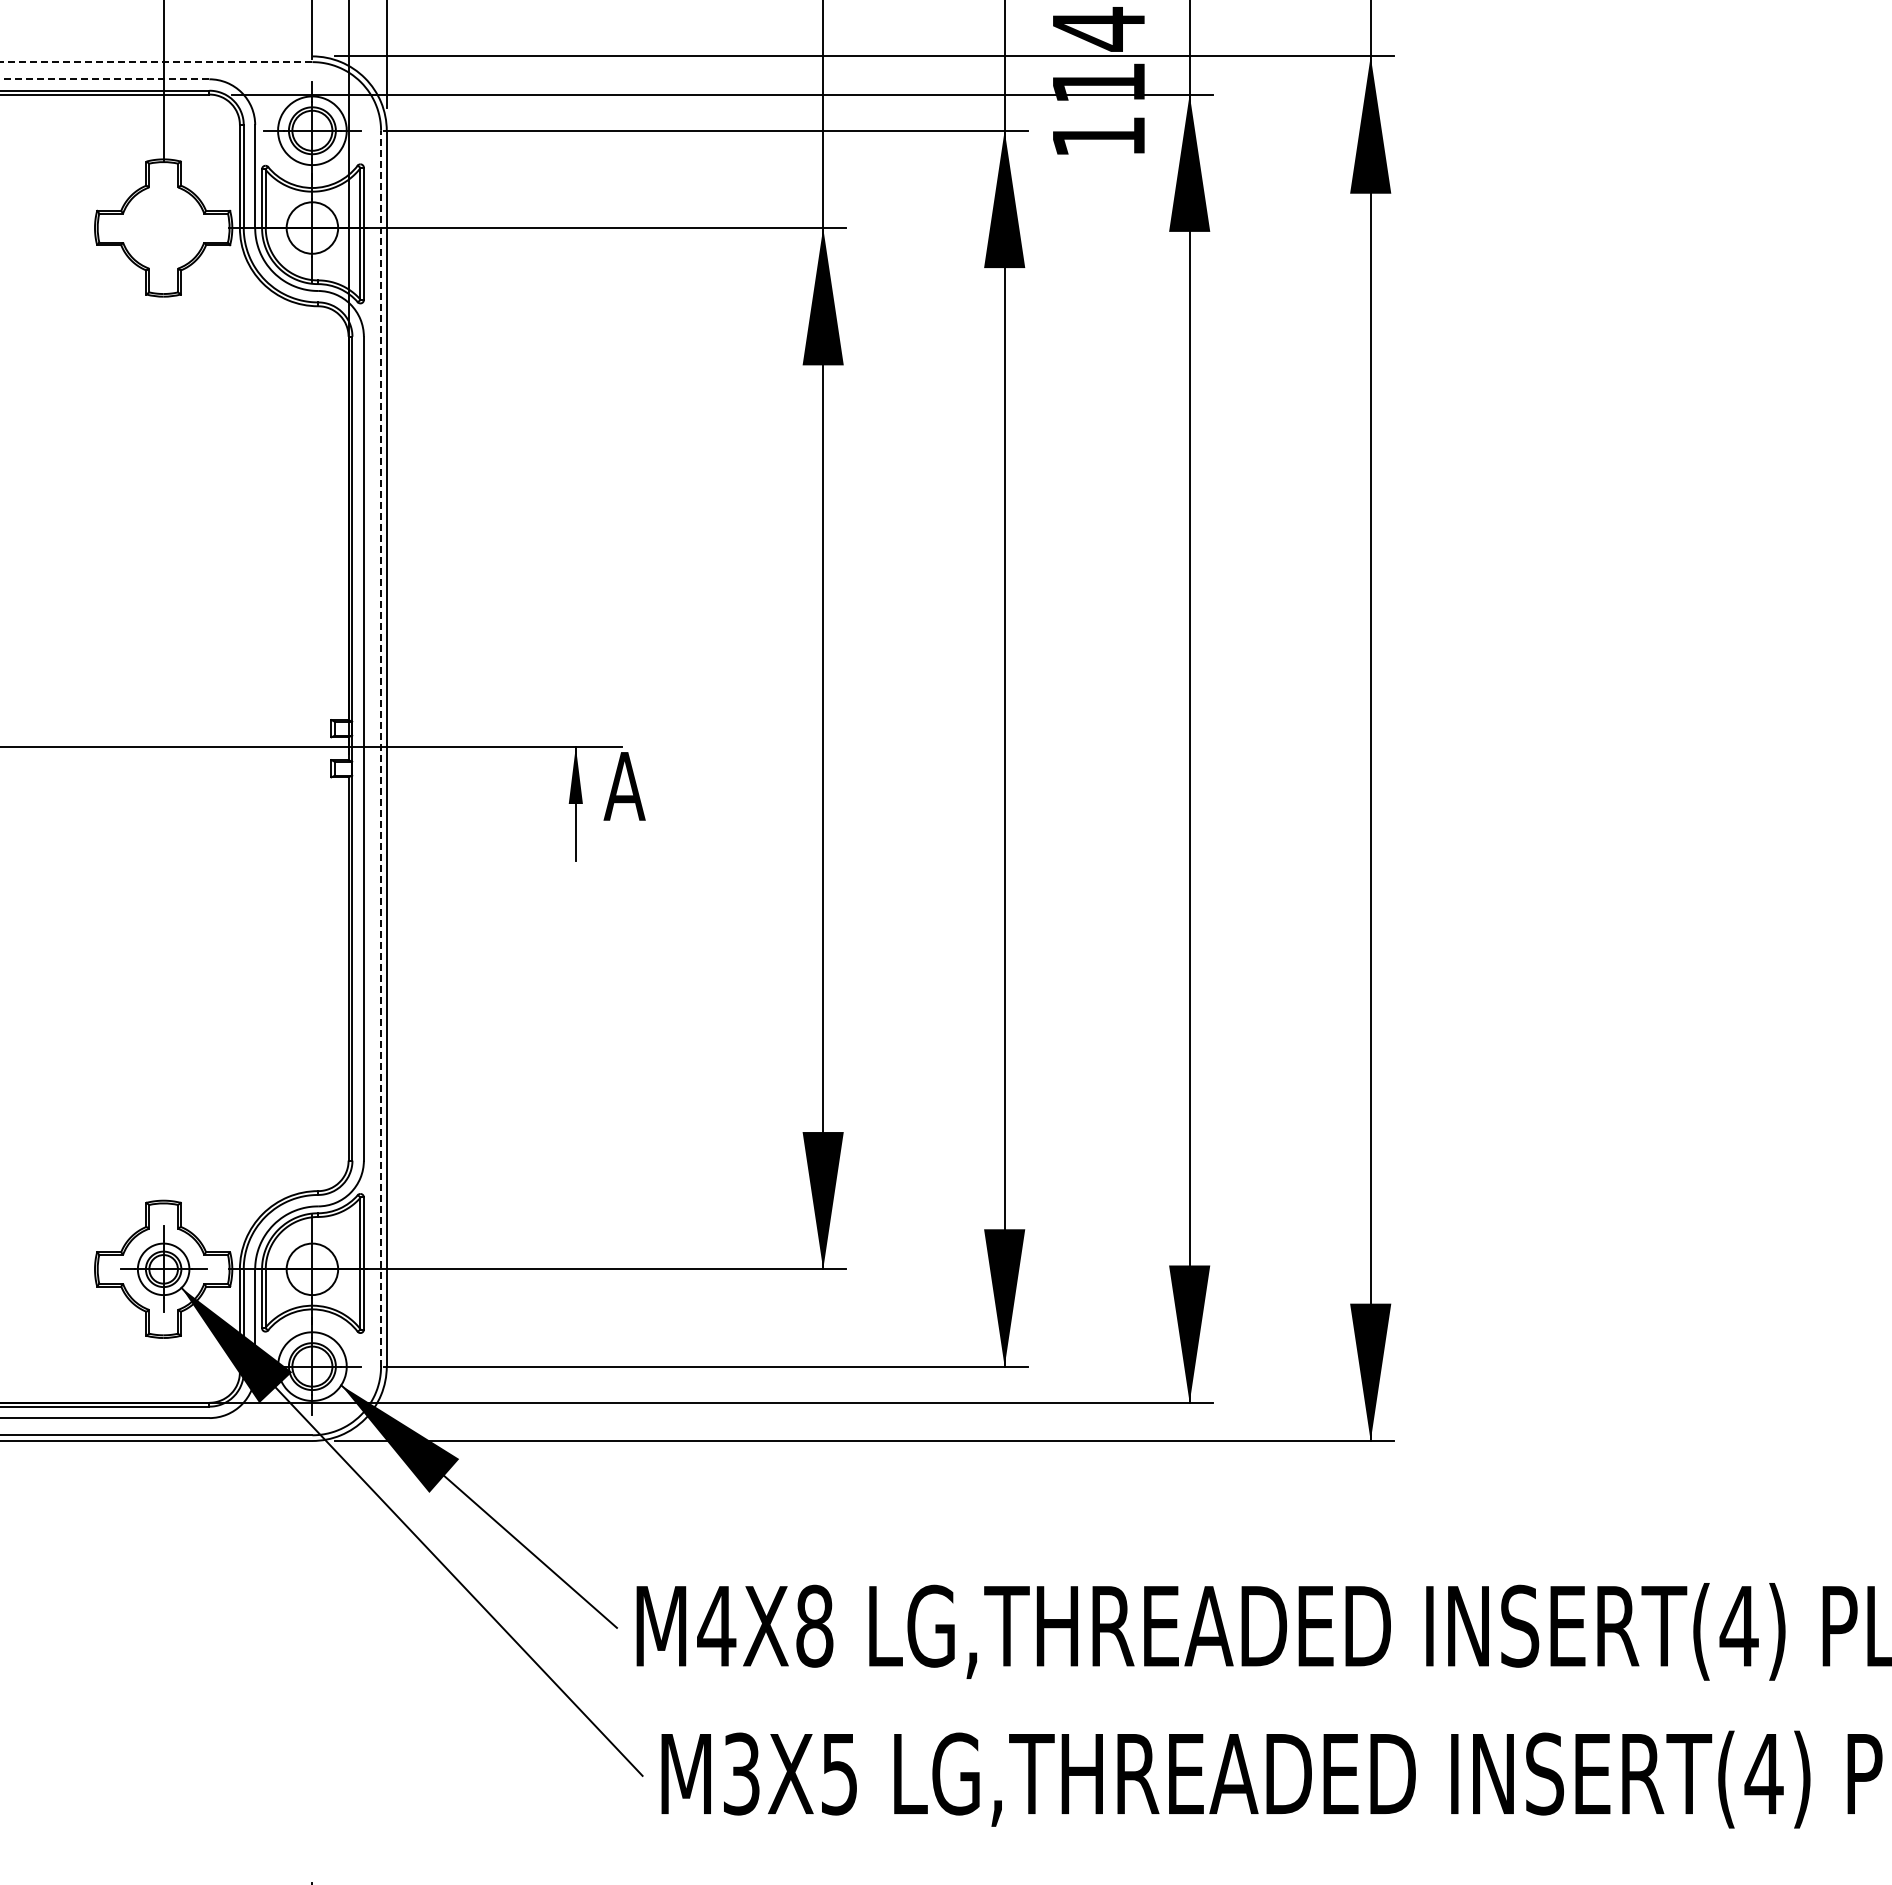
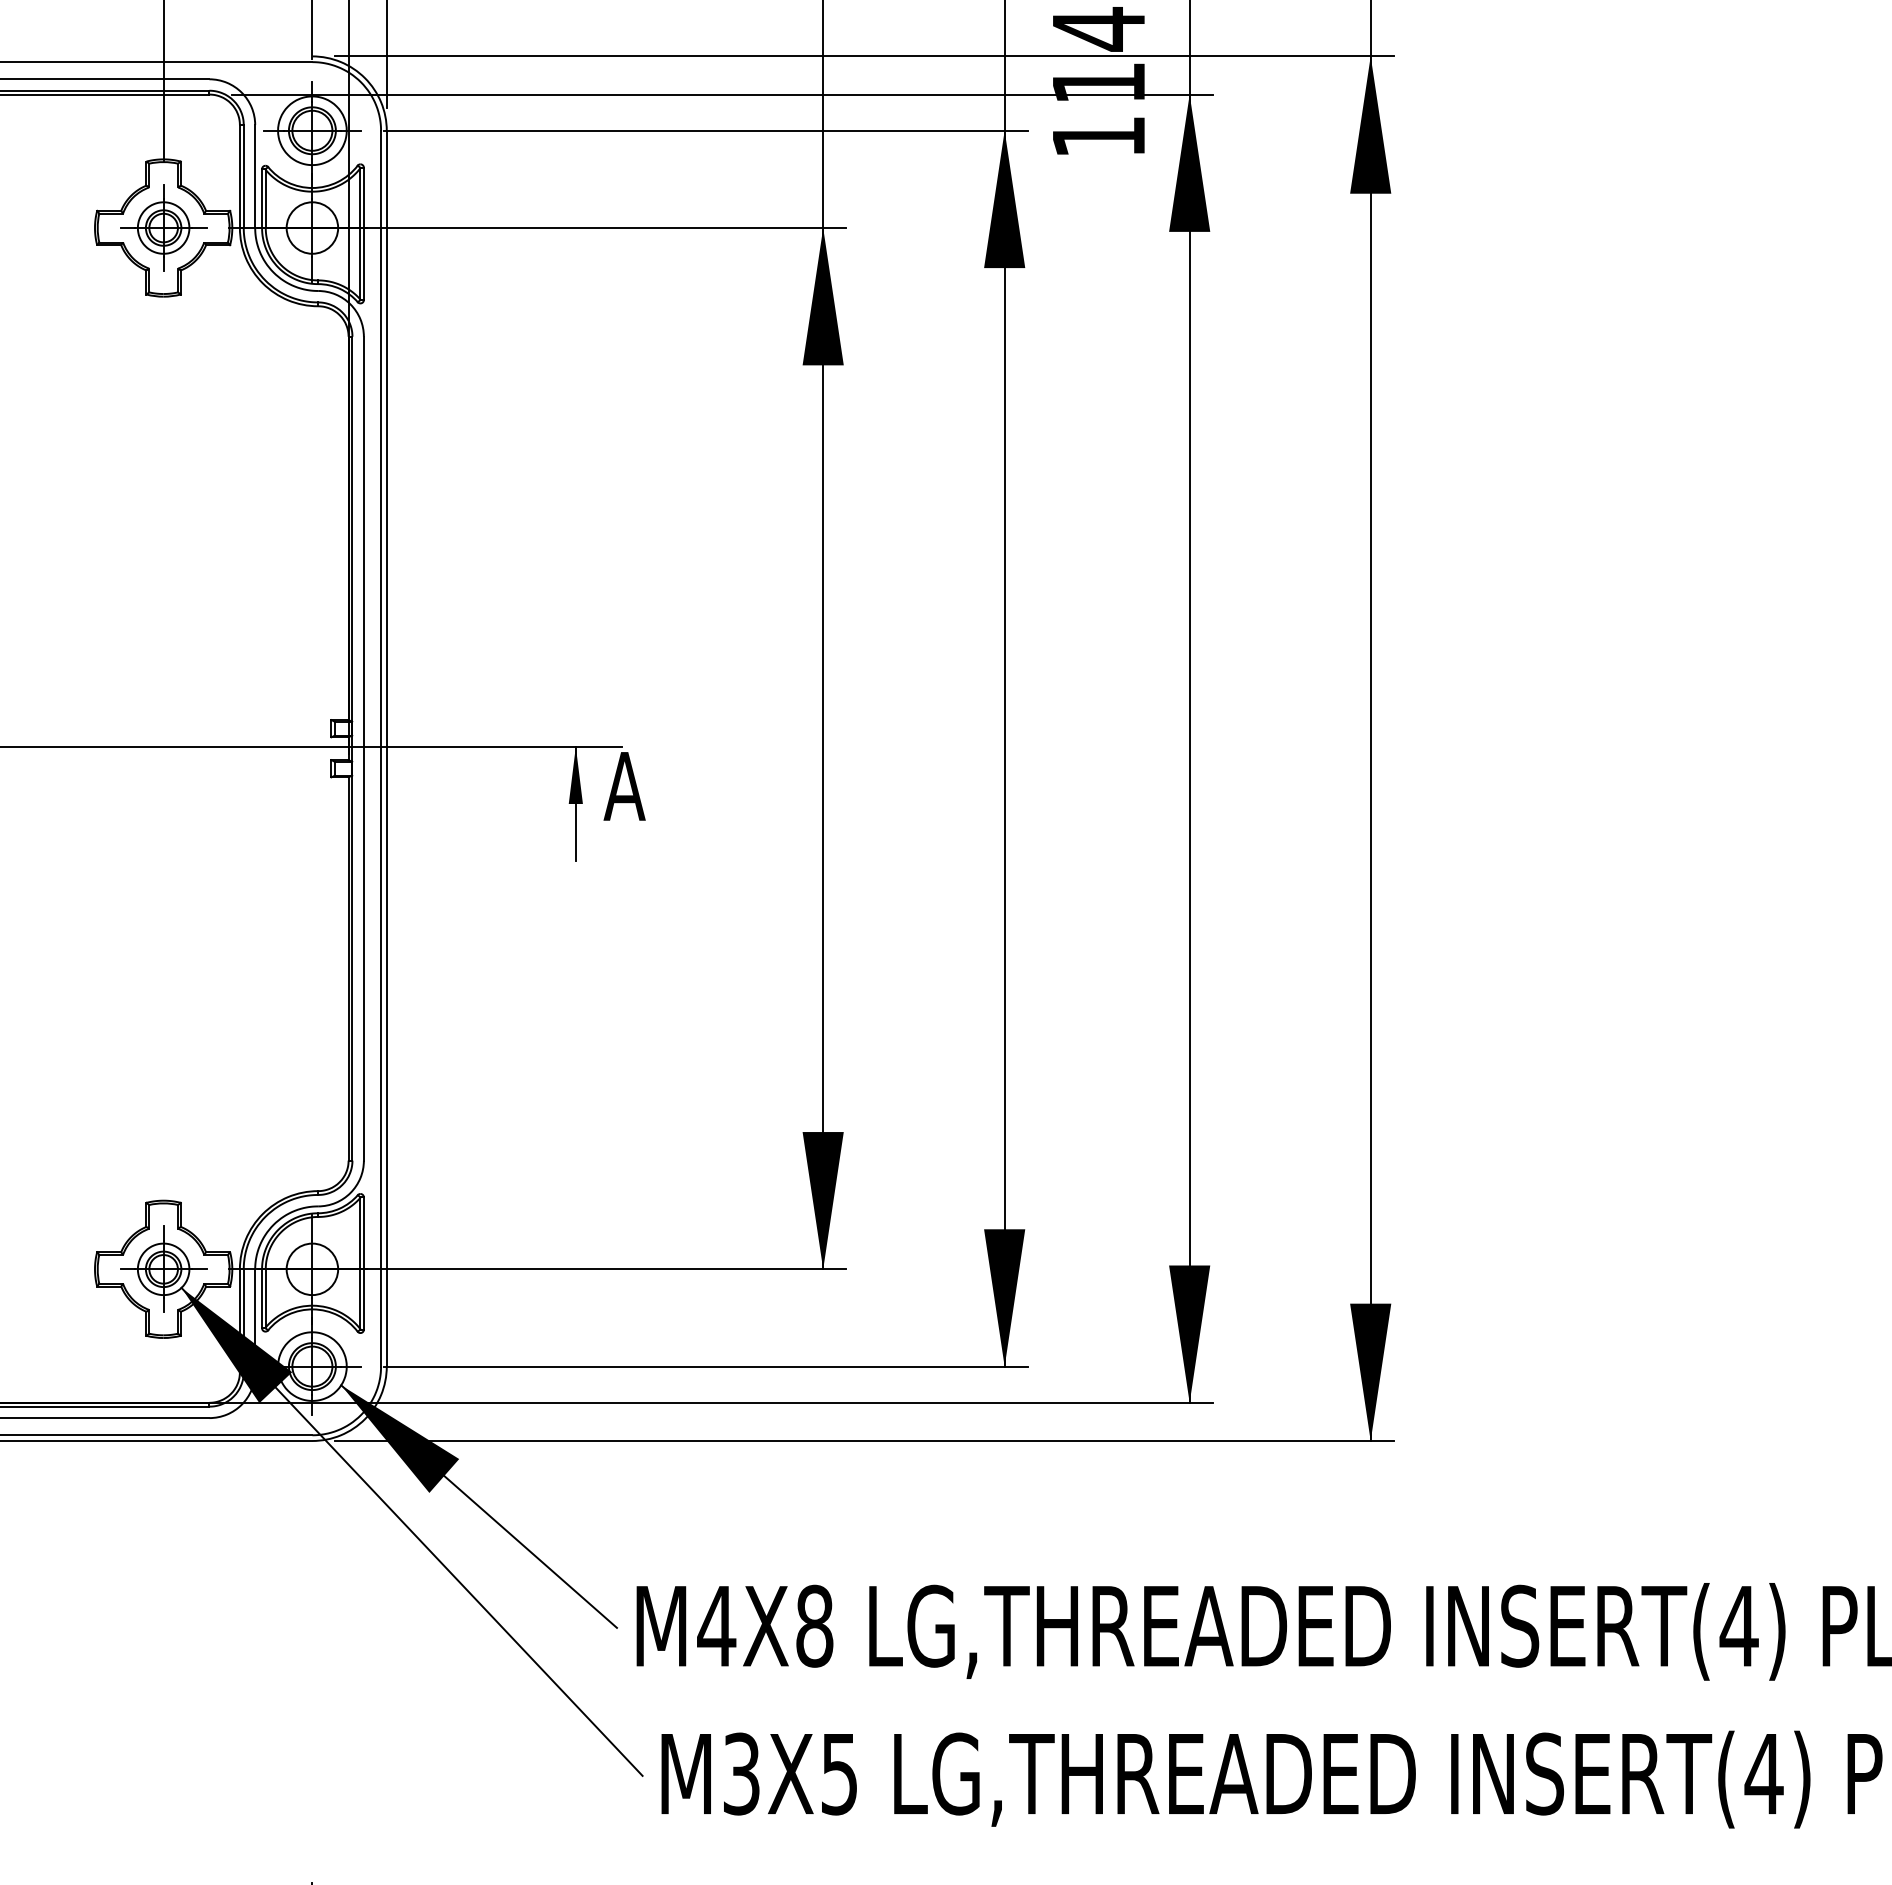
line at (156, 62): dashed -> solid
line at (105, 79): dashed -> solid
part at (163, 227): none -> present
line at (381, 748): dashed -> solid
